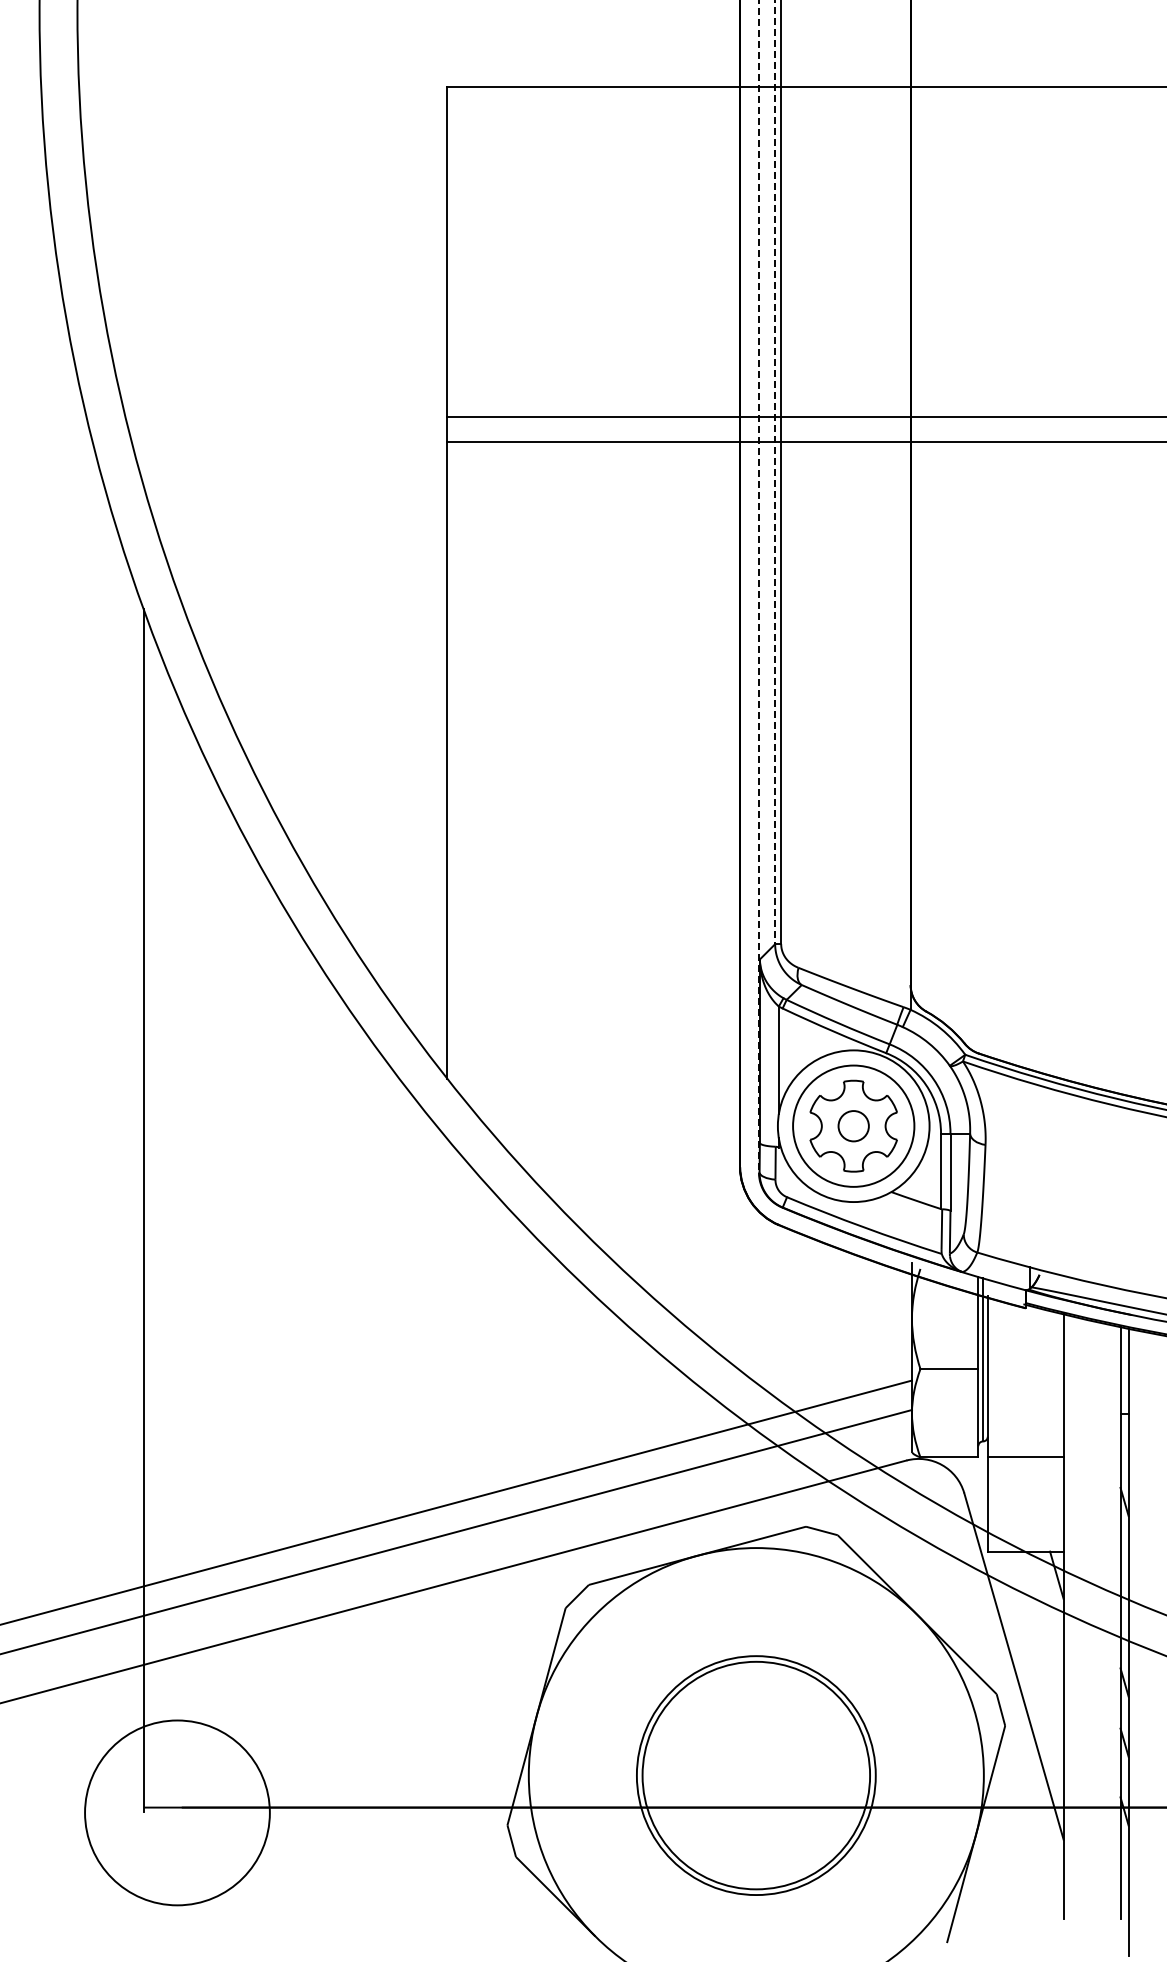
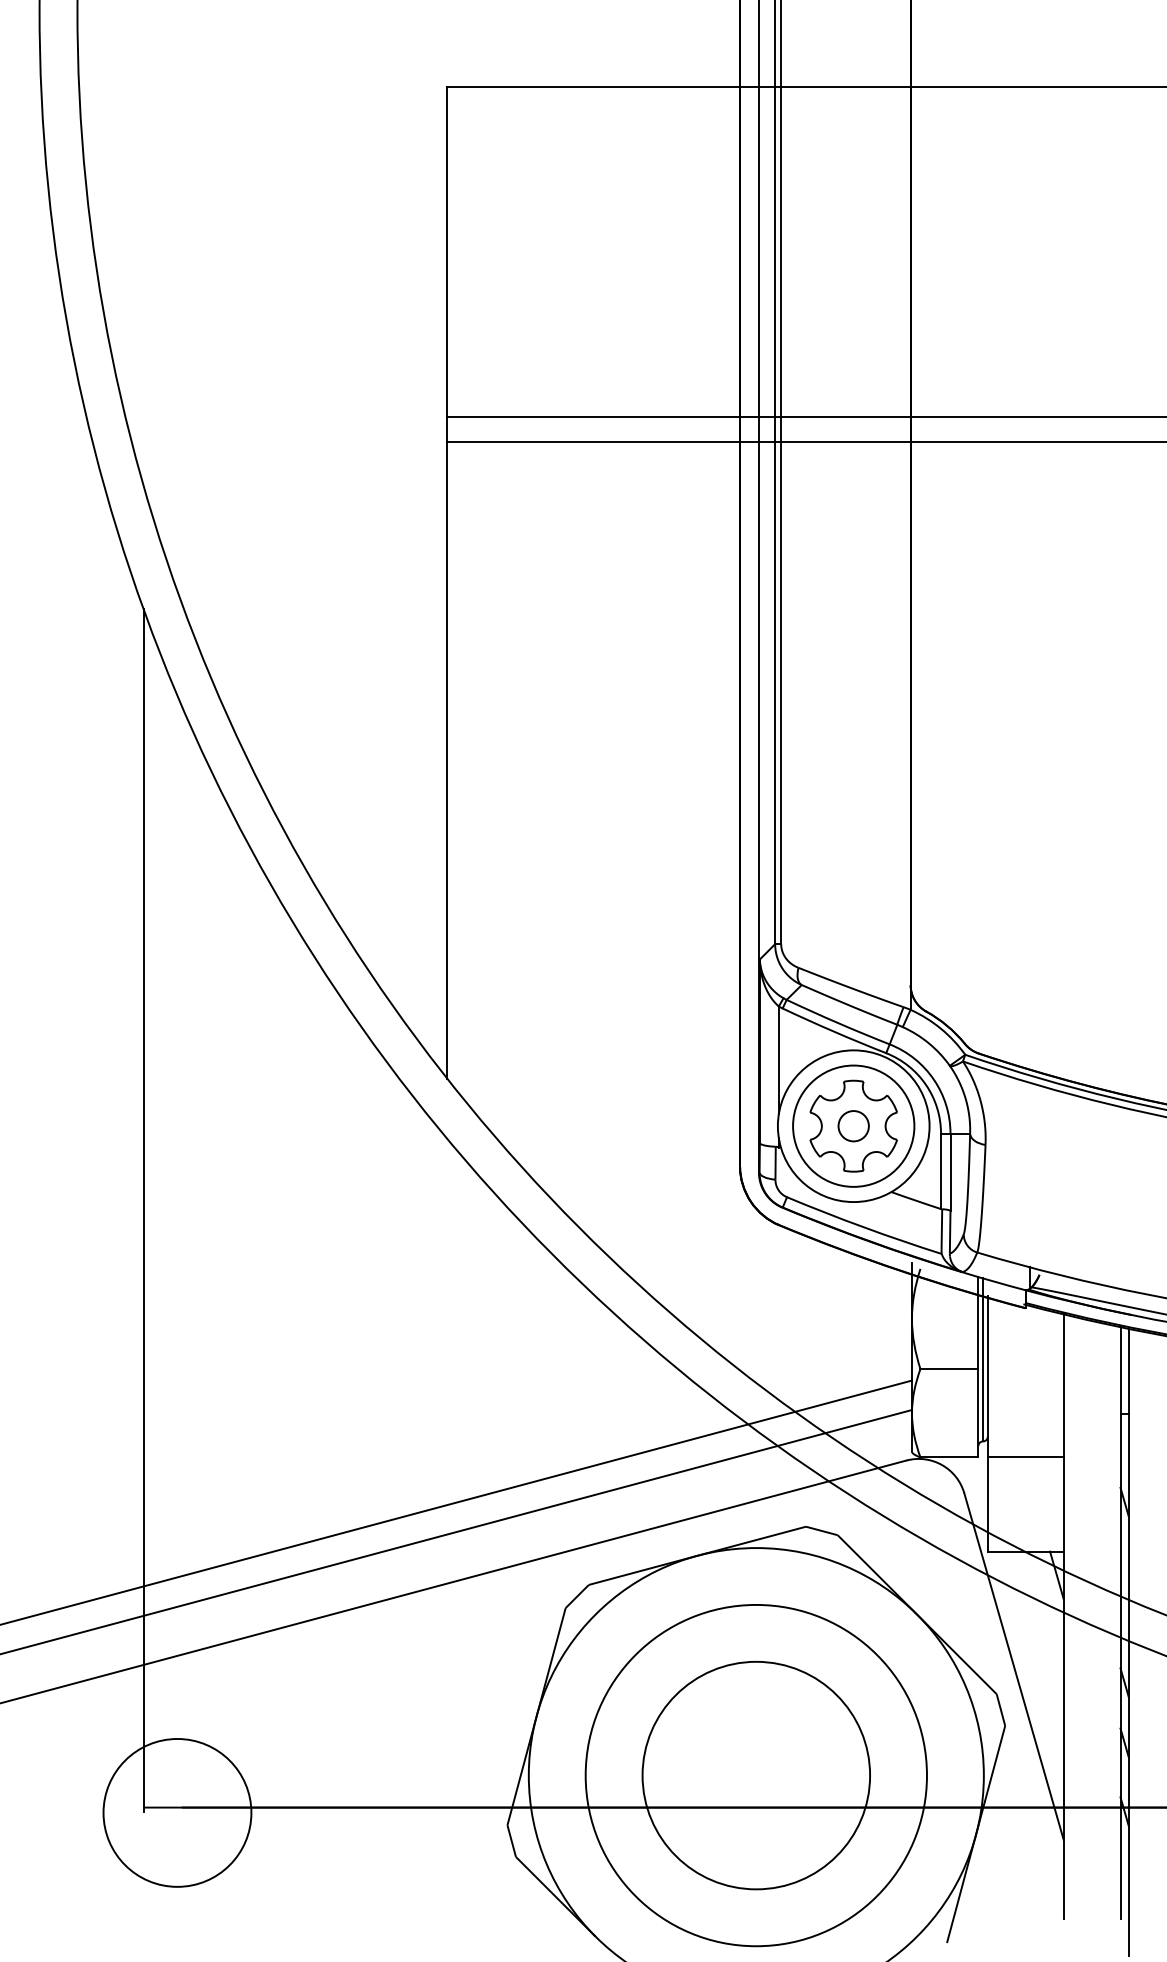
line at (775, 472): dashed -> solid
line at (758, 586): dashed -> solid
circle at (755, 1775) diameter: 239 px -> 341 px
circle at (177, 1812) diameter: 185 px -> 148 px
